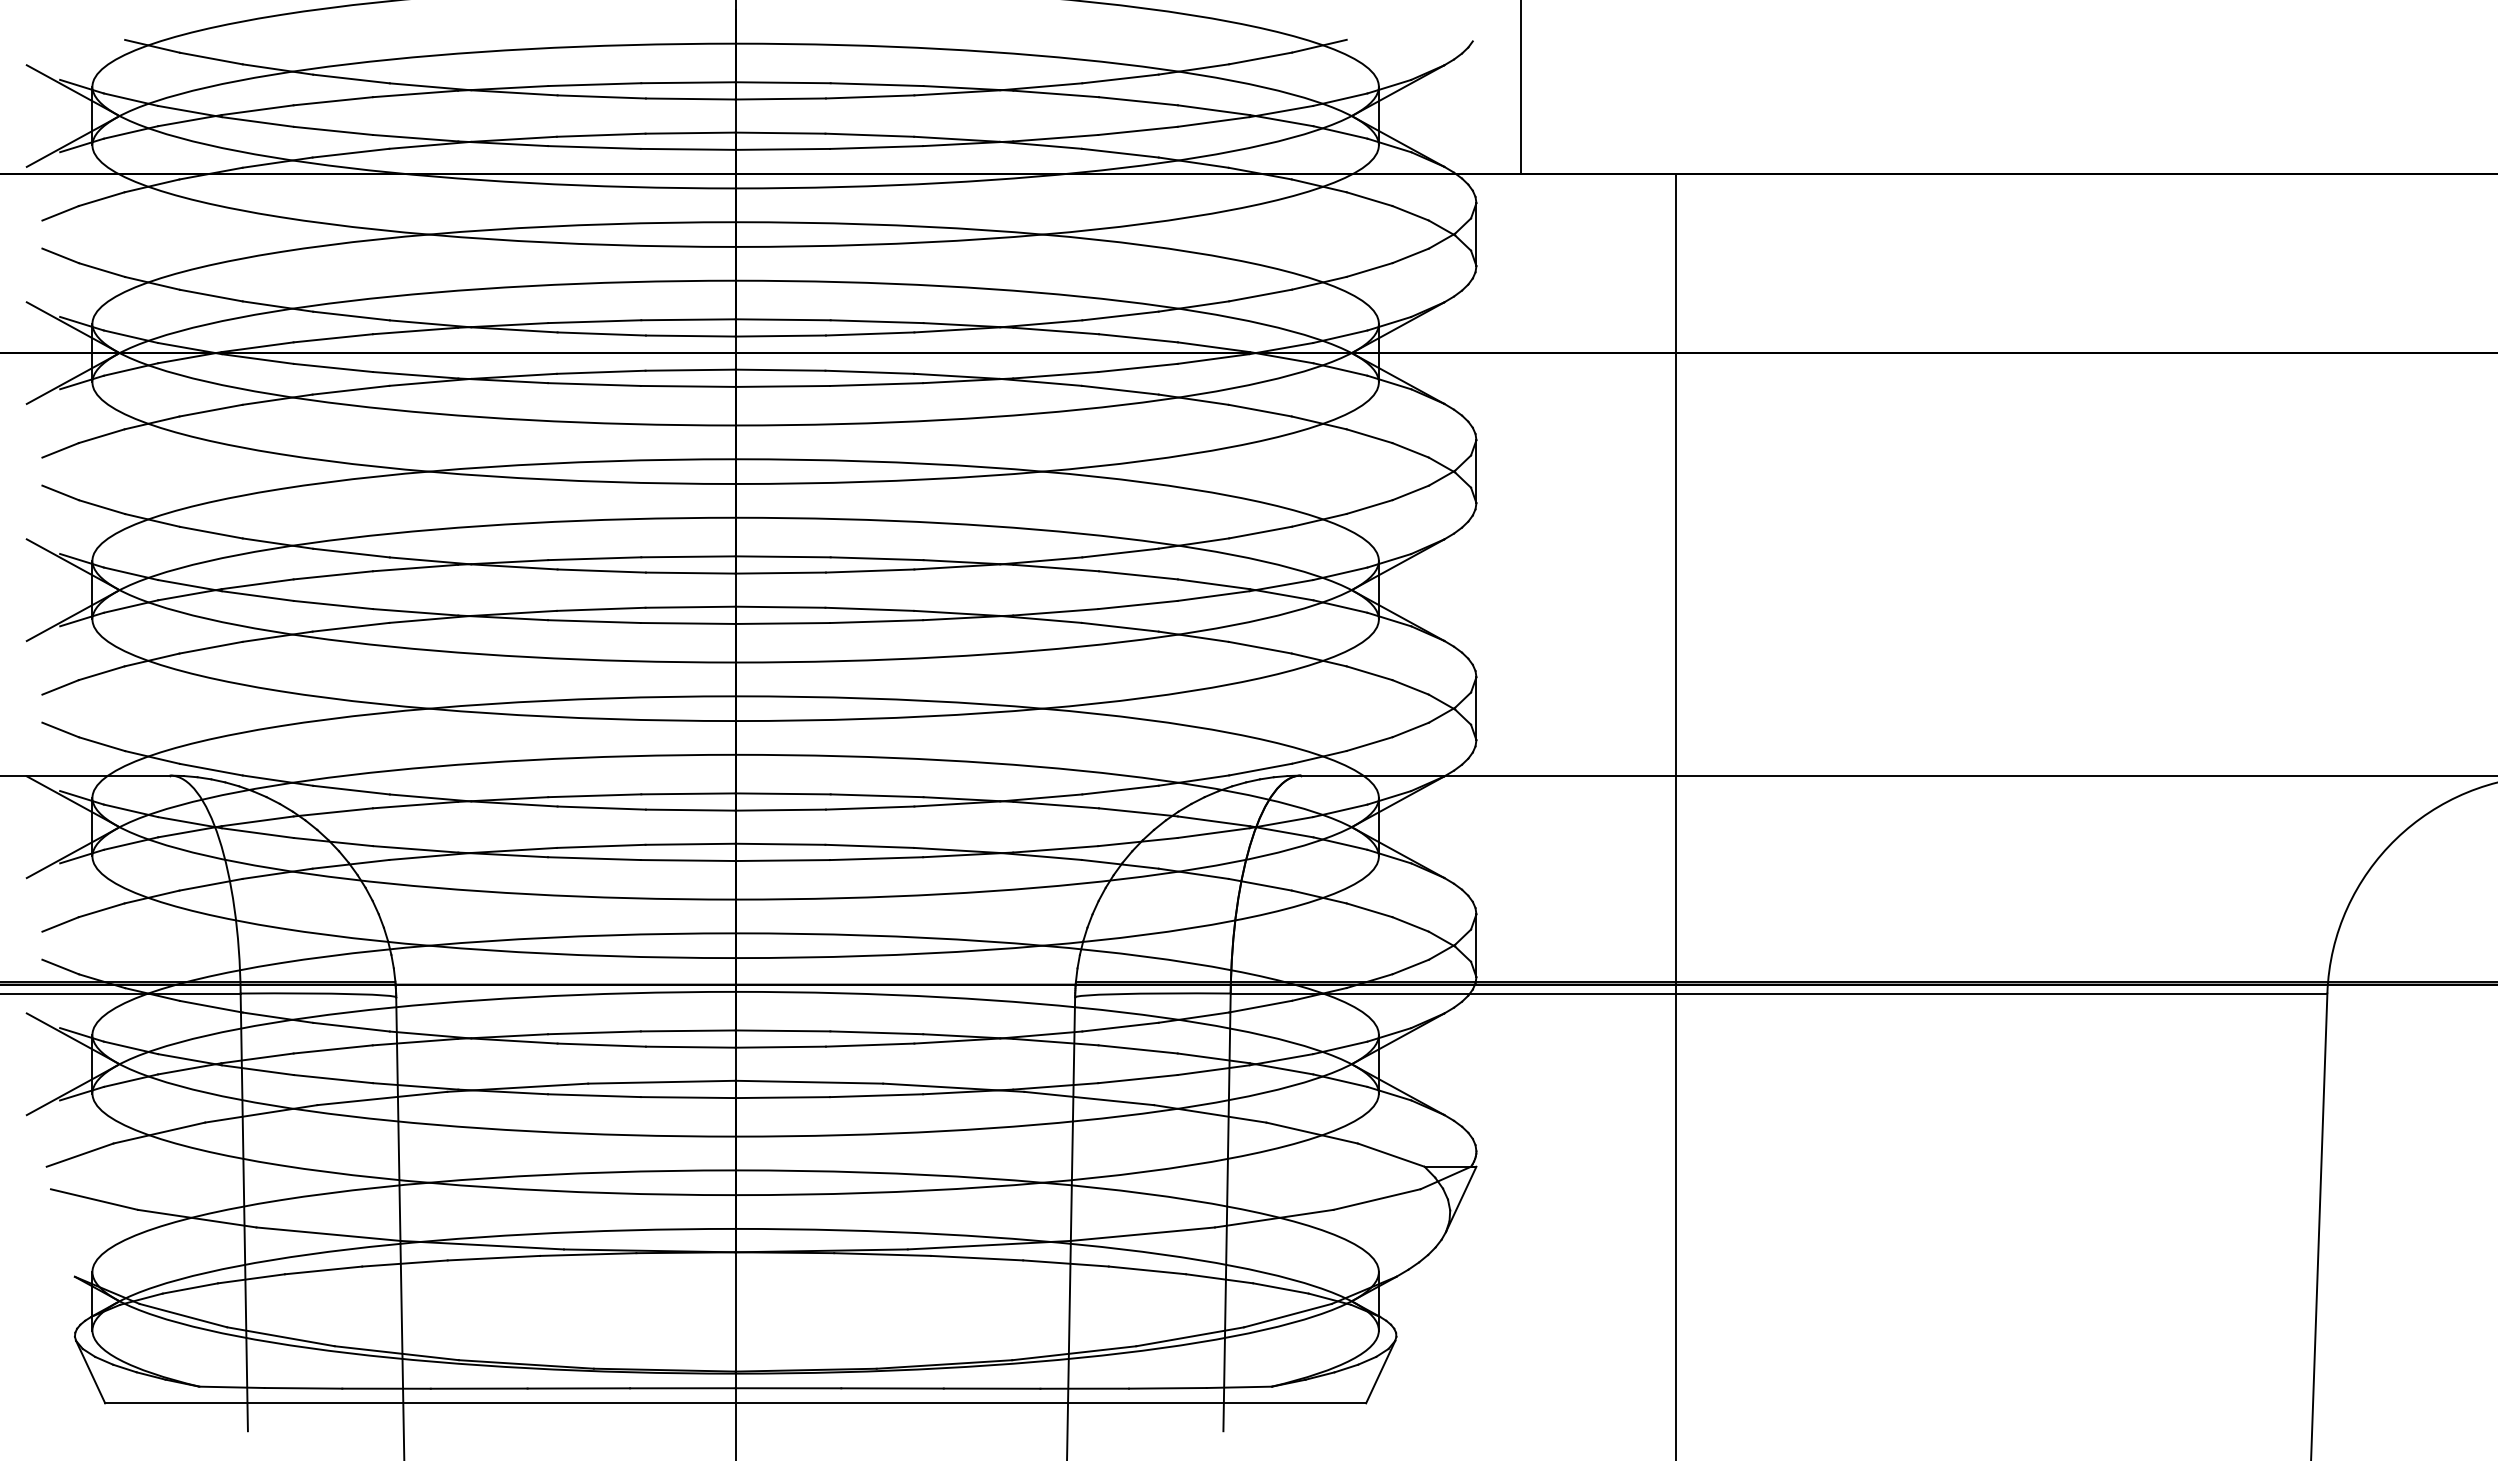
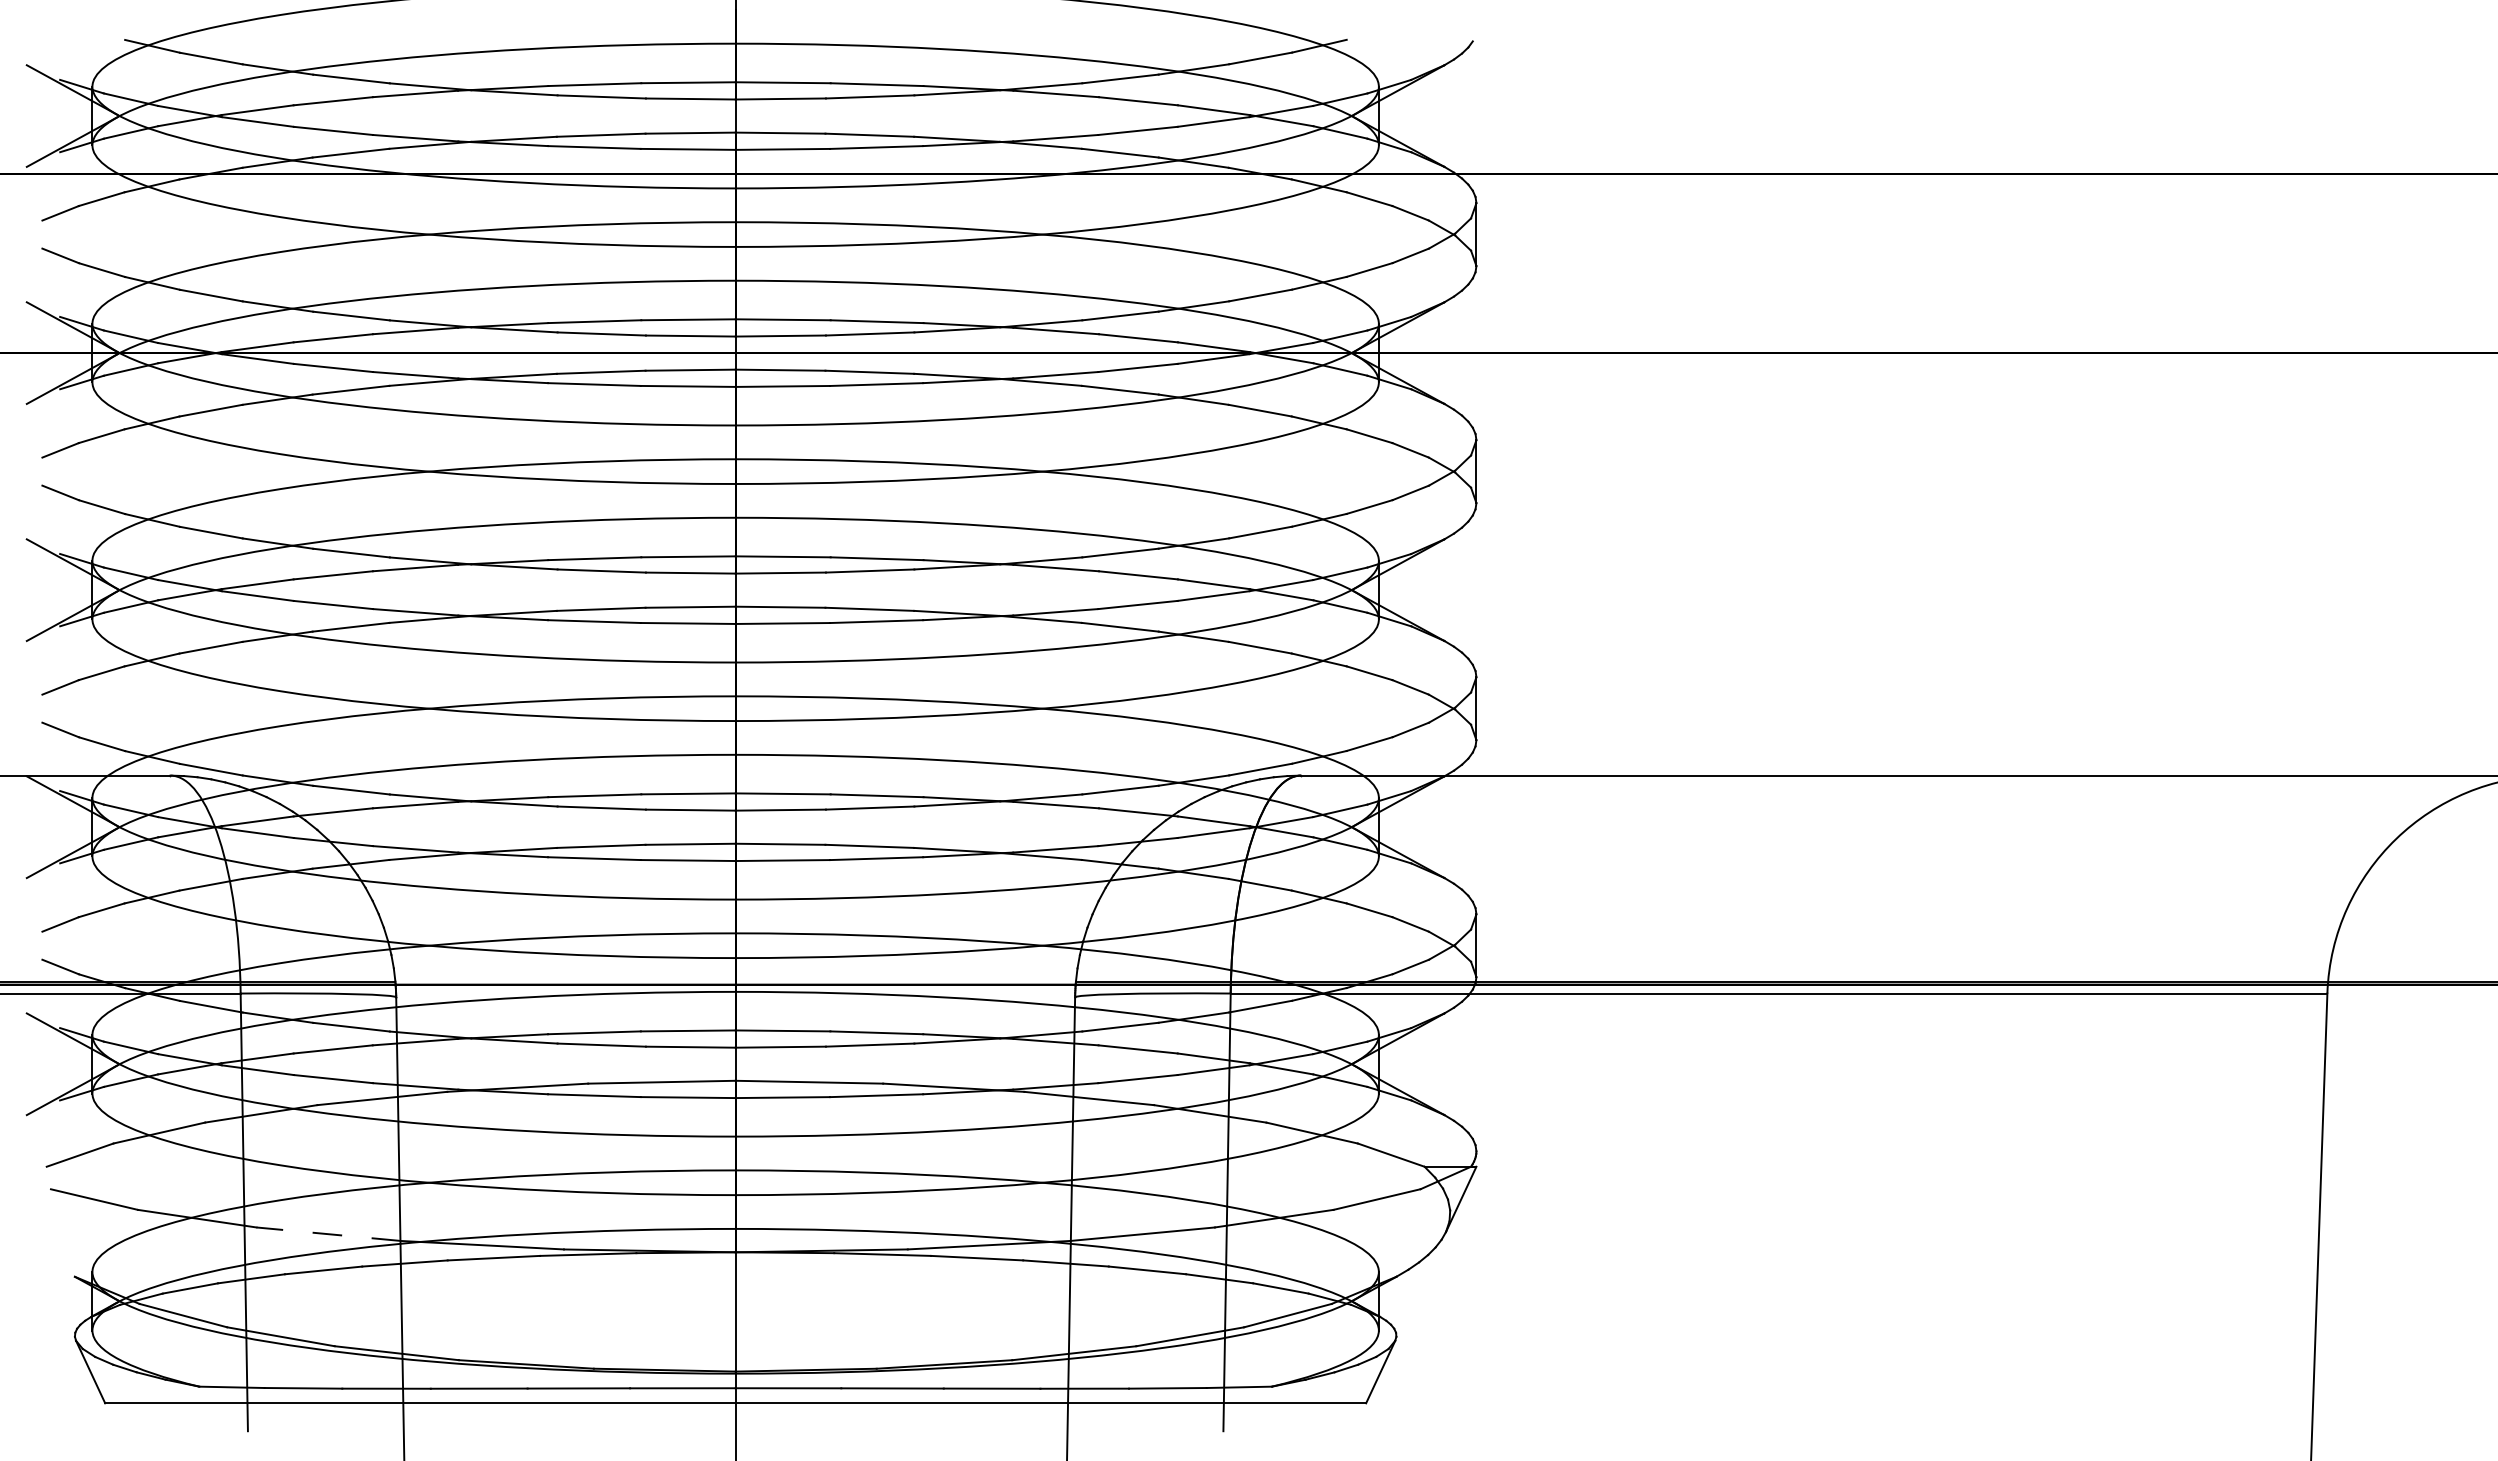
line at (1520, 87): present -> none
line at (1676, 815): present -> none
line at (328, 1234): solid -> dashed
